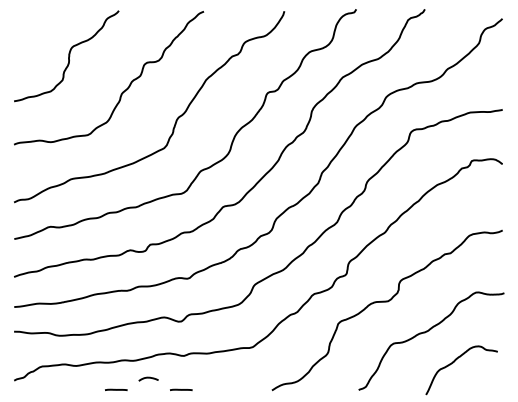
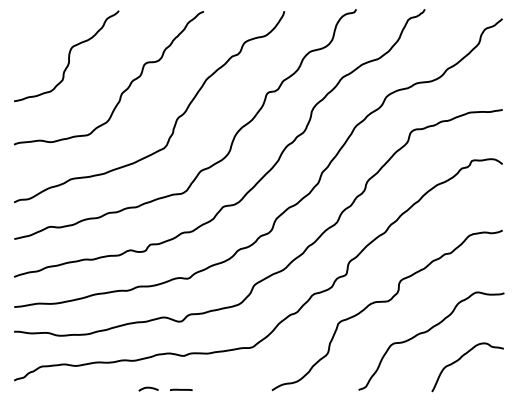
curve at (454, 362) position: (454, 362) -> (460, 359)
curve at (148, 378) position: (148, 378) -> (148, 388)
line at (116, 389): present -> none
